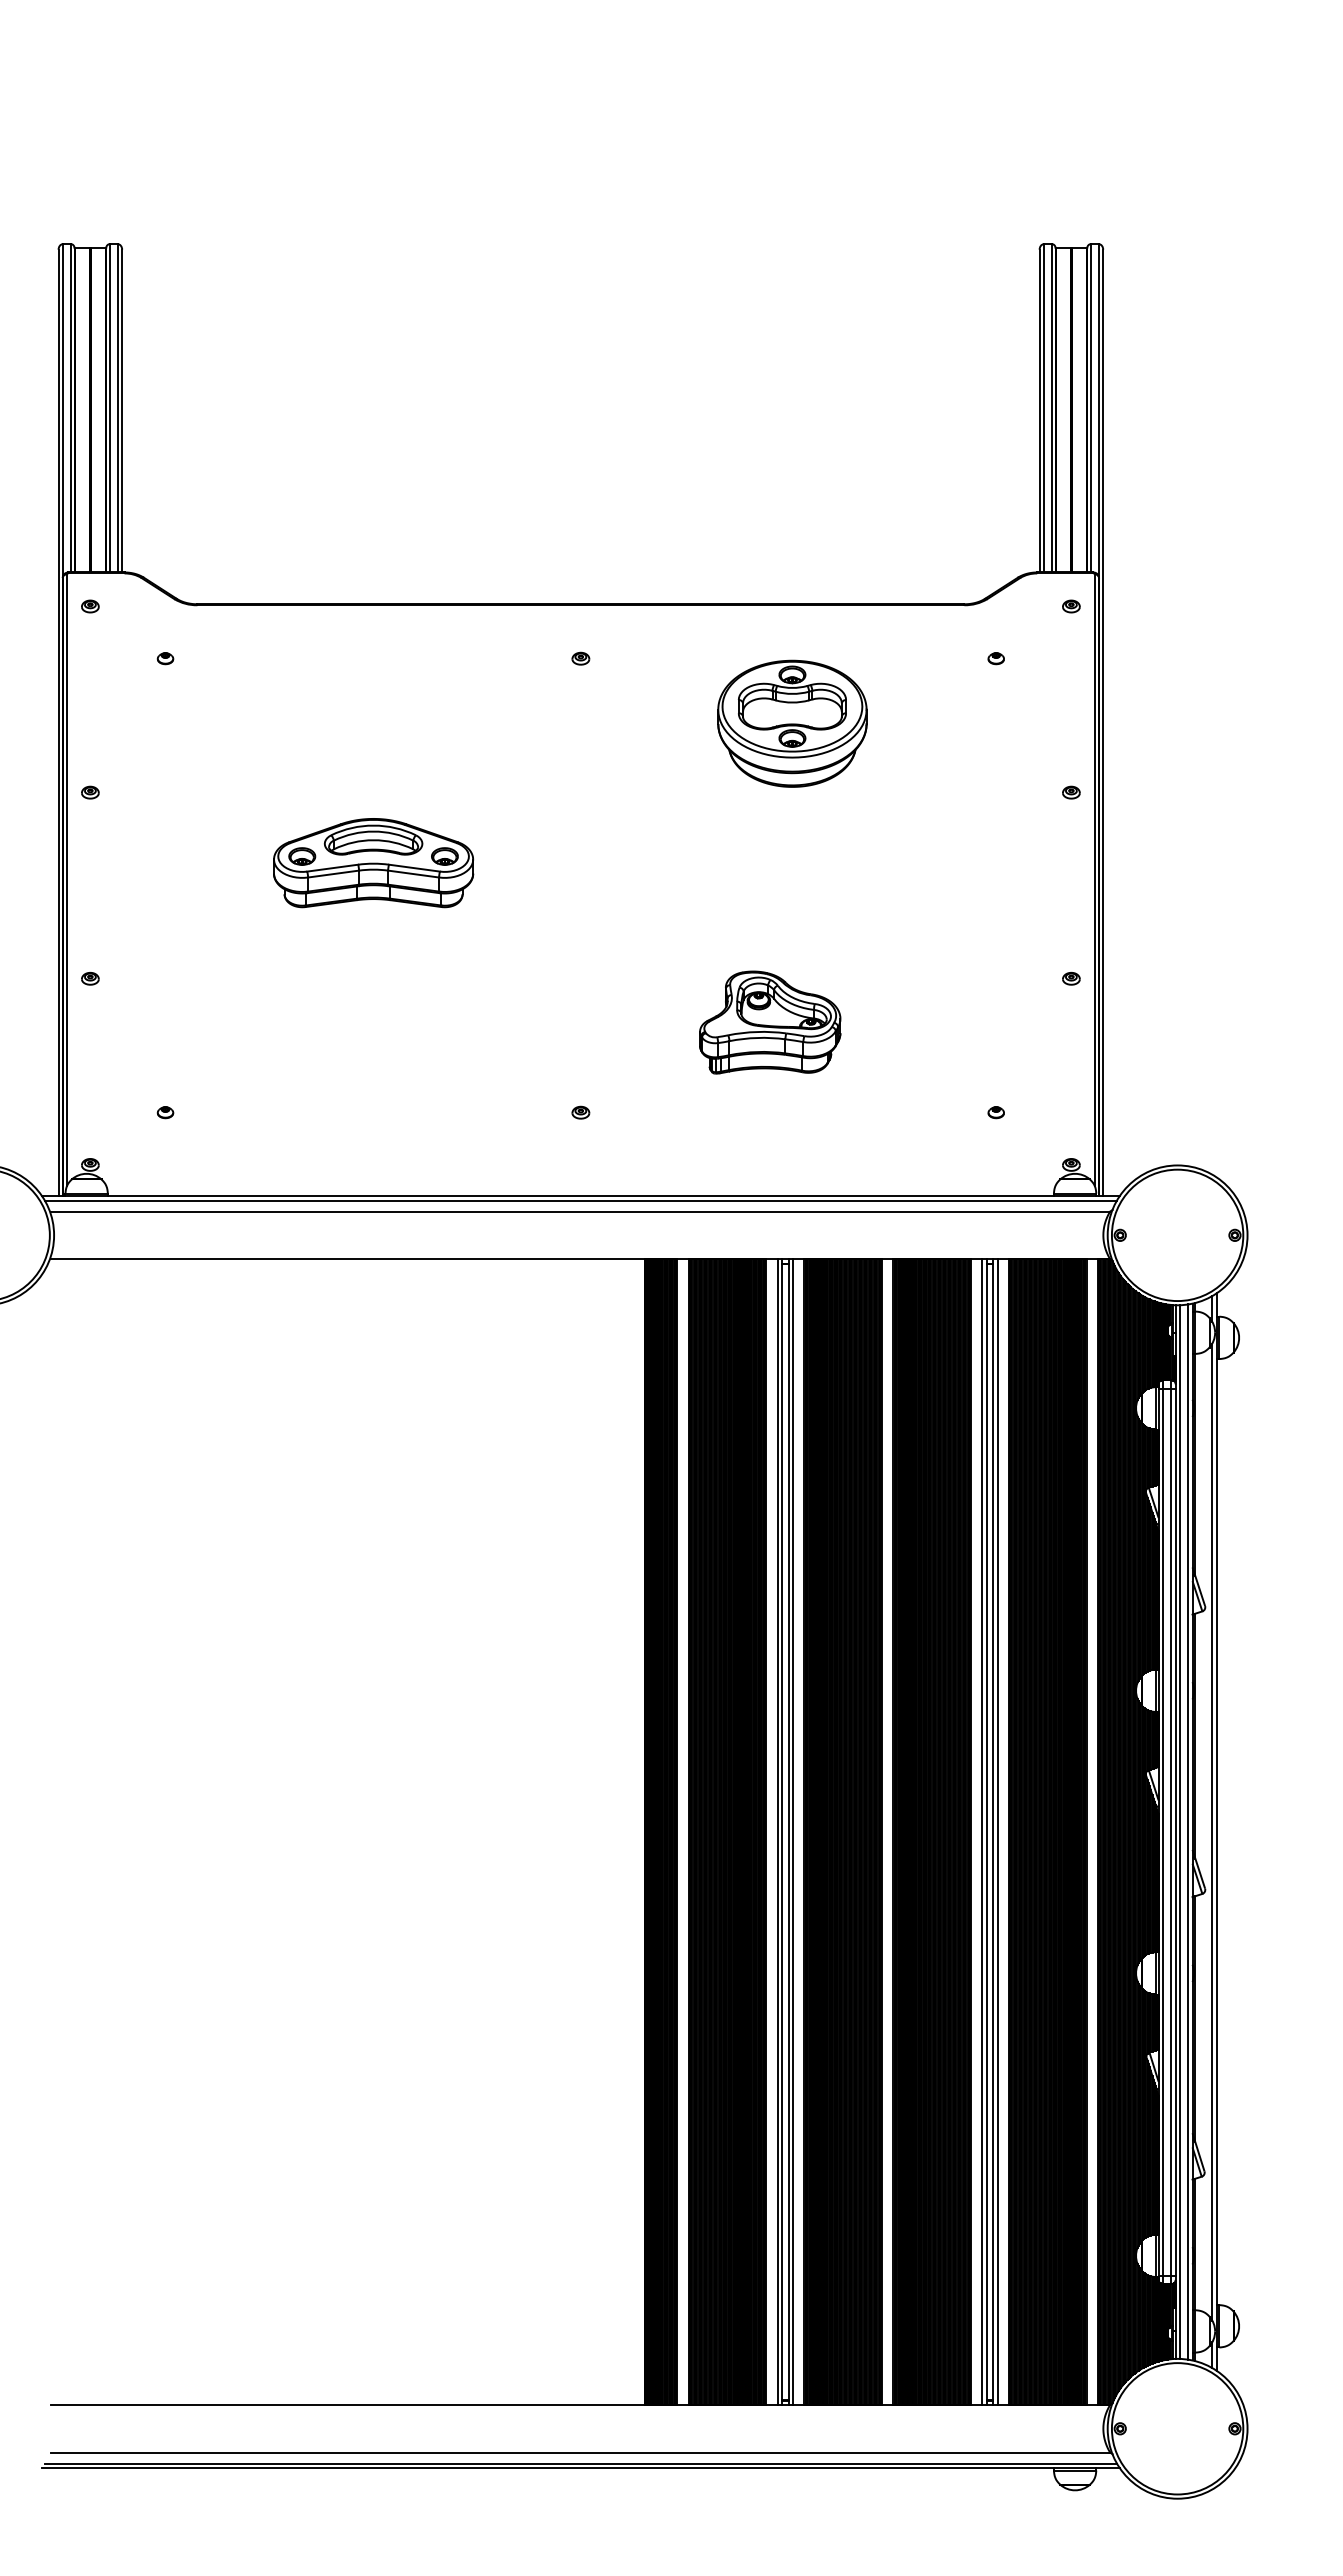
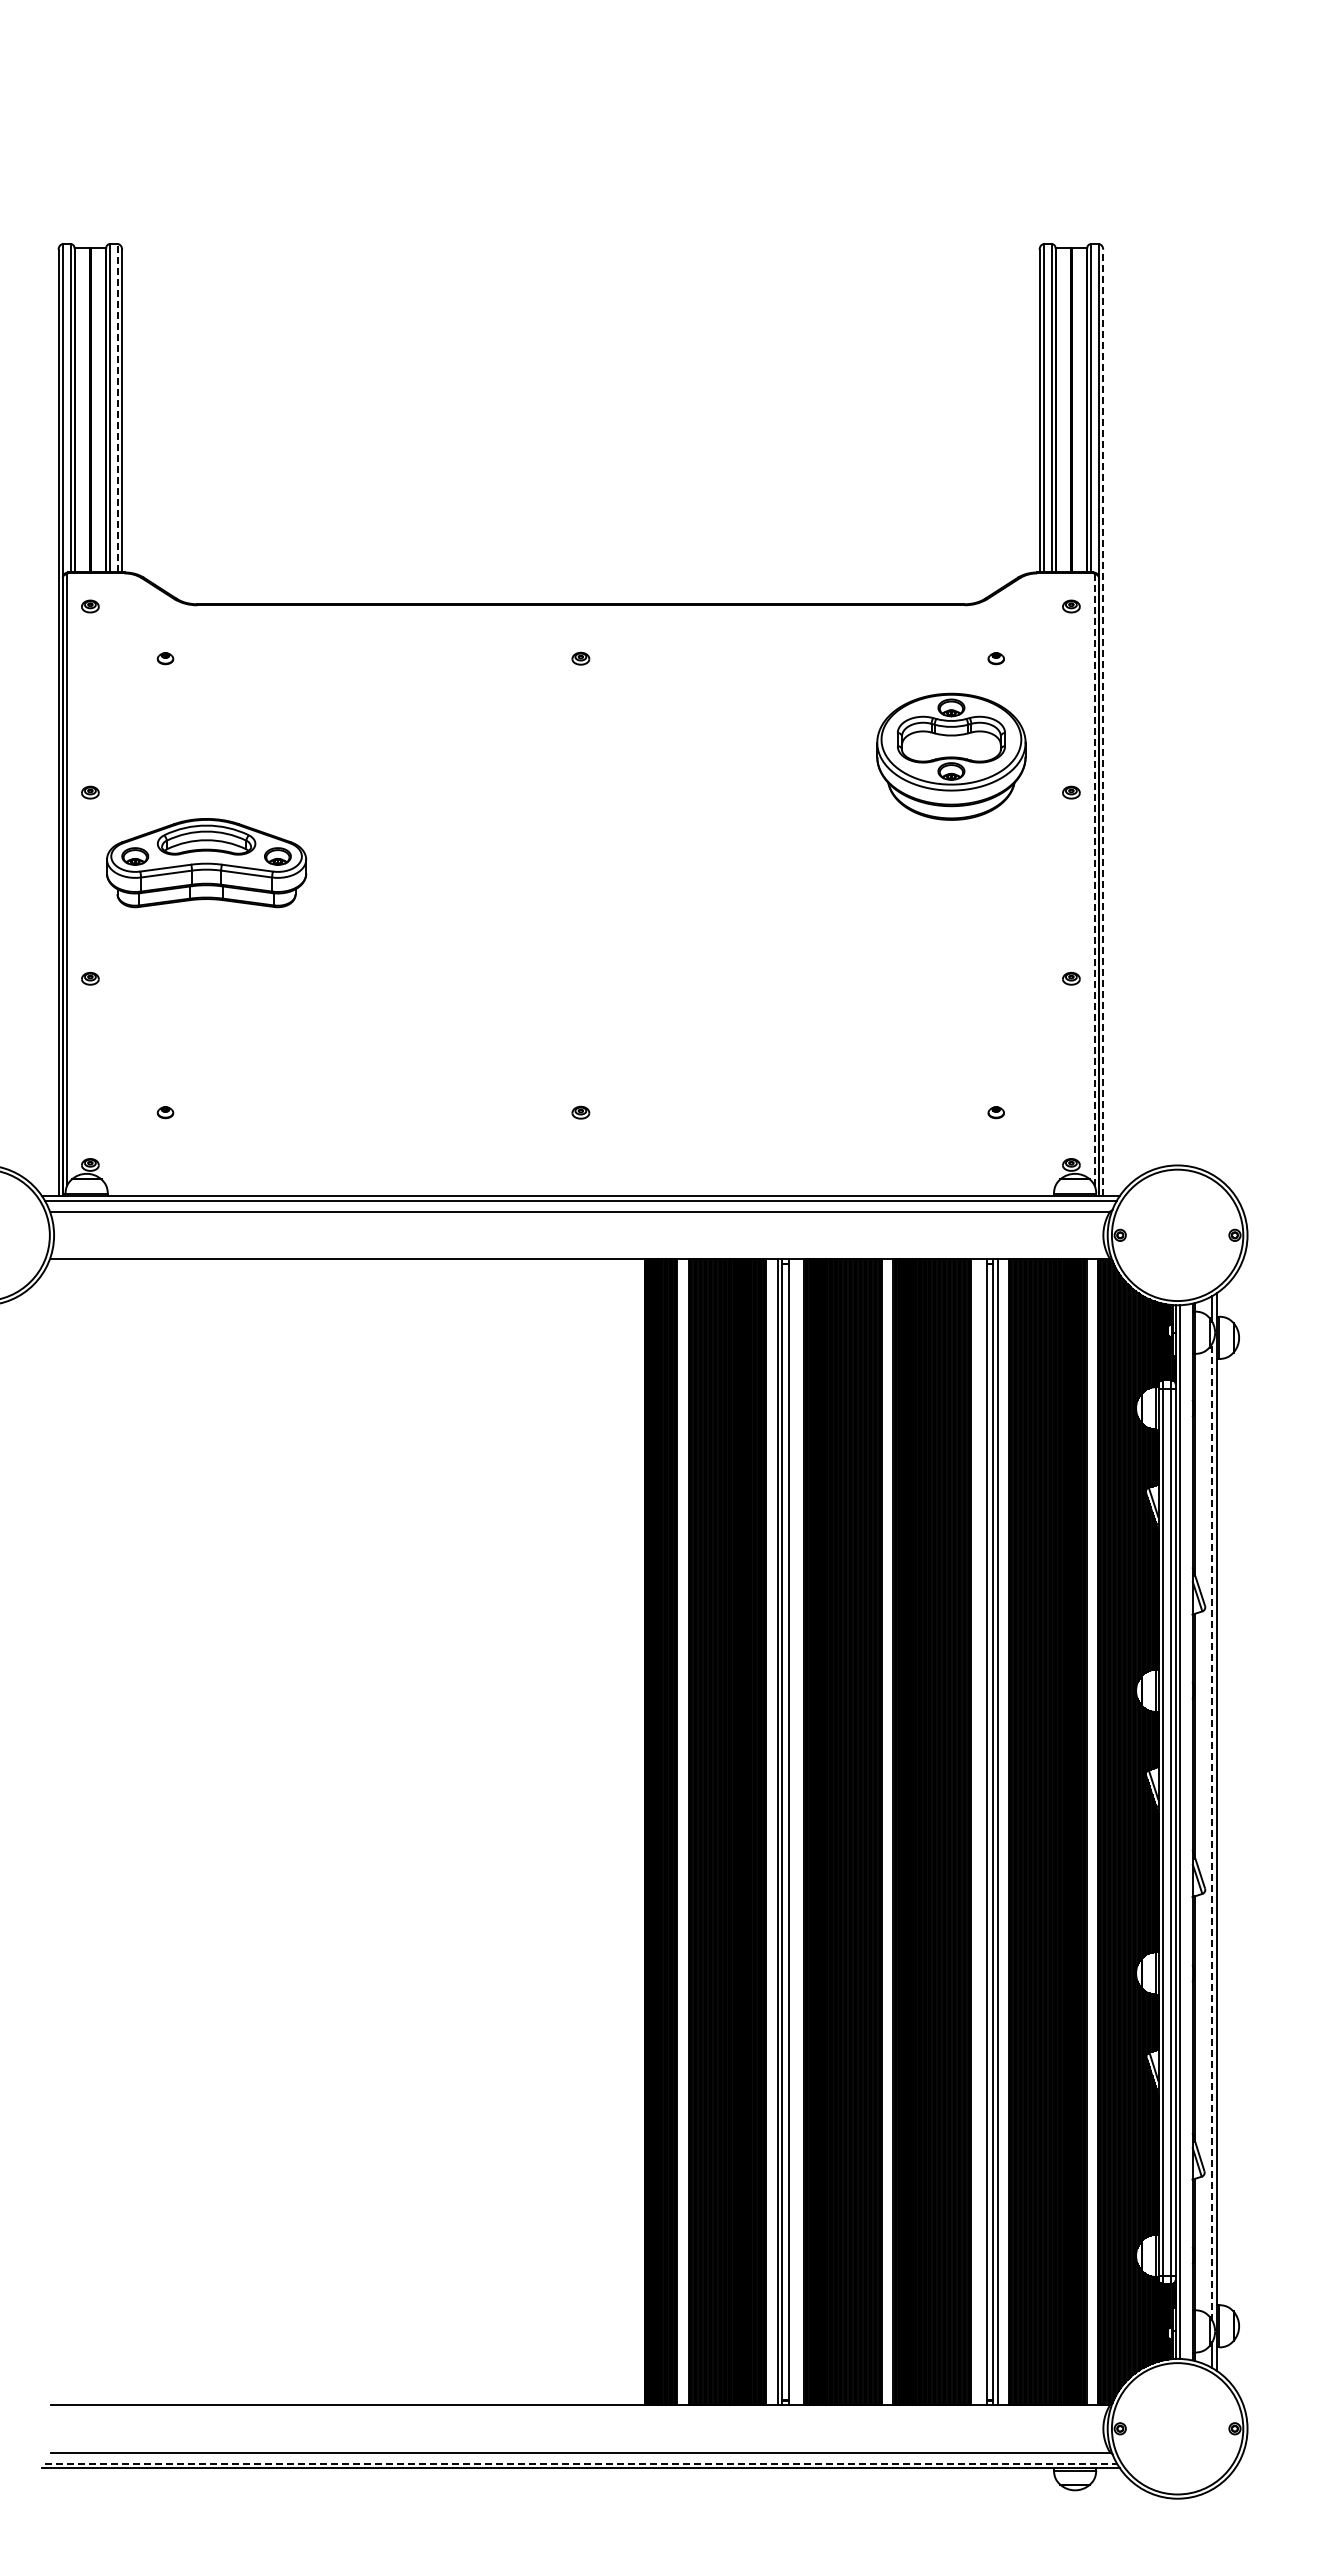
line at (117, 407): solid -> dashed
line at (1103, 722): solid -> dashed
part at (792, 723) position: (792, 723) -> (951, 756)
part at (373, 863) position: (373, 863) -> (206, 863)
line at (1094, 880): solid -> dashed
part at (770, 1022): present -> none
line at (1188, 1831): present -> none
line at (1212, 1831): solid -> dashed
line at (793, 1832): present -> none
line at (982, 1832): present -> none
line at (581, 2463): solid -> dashed
